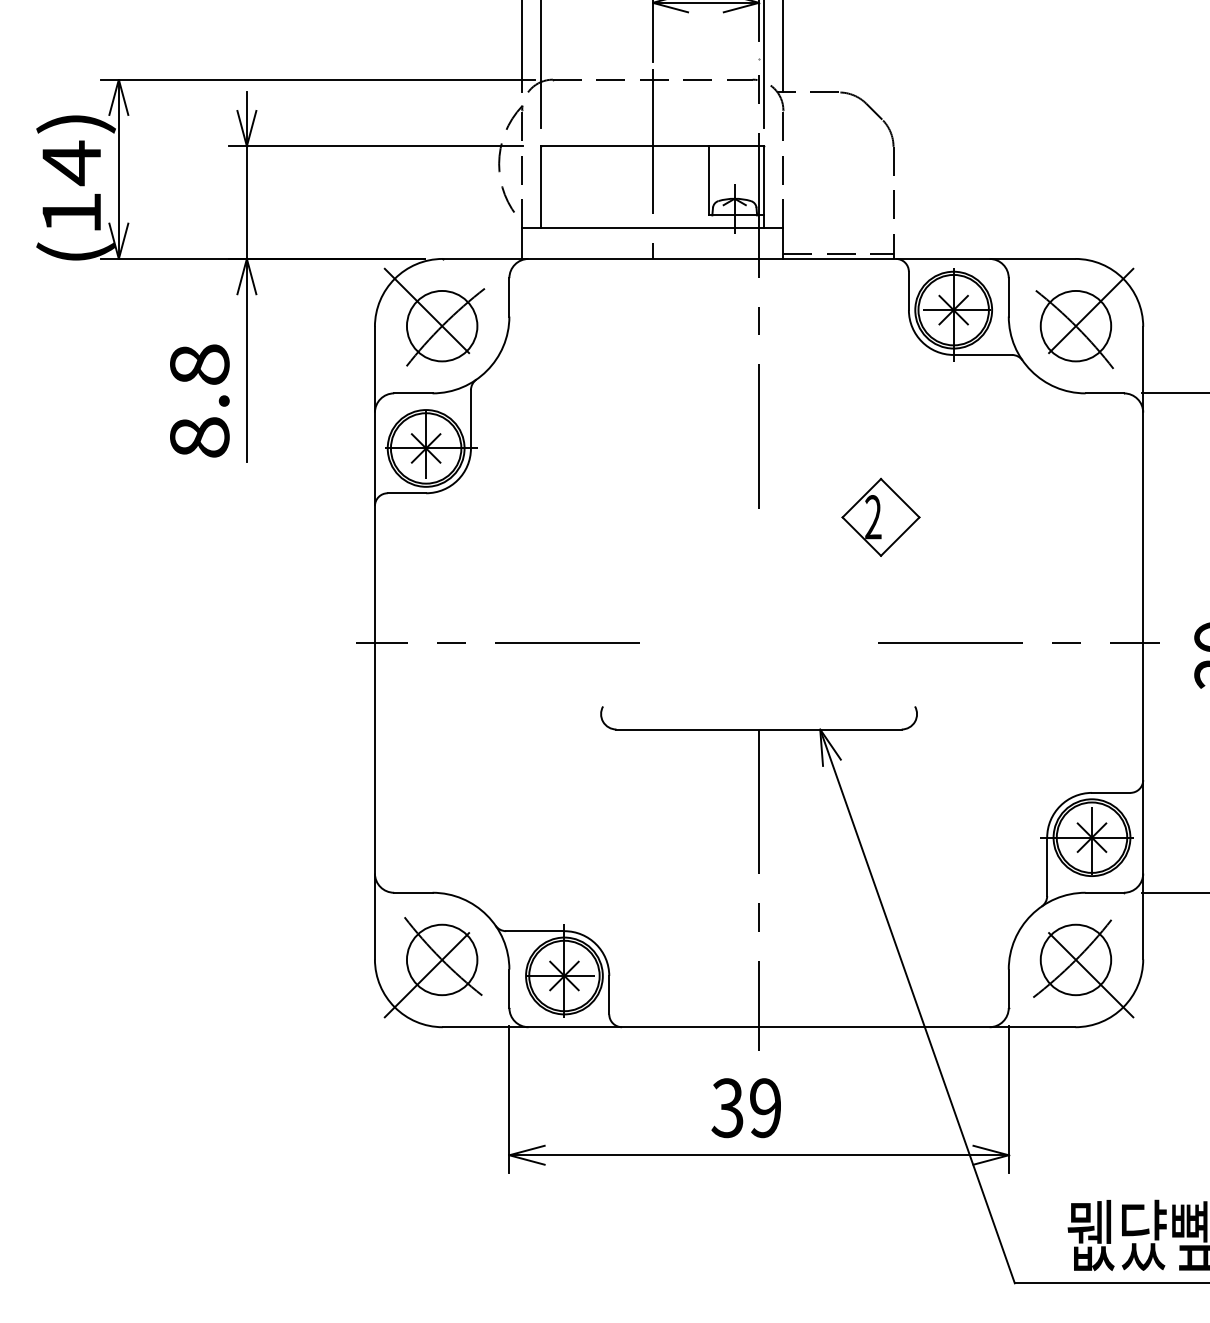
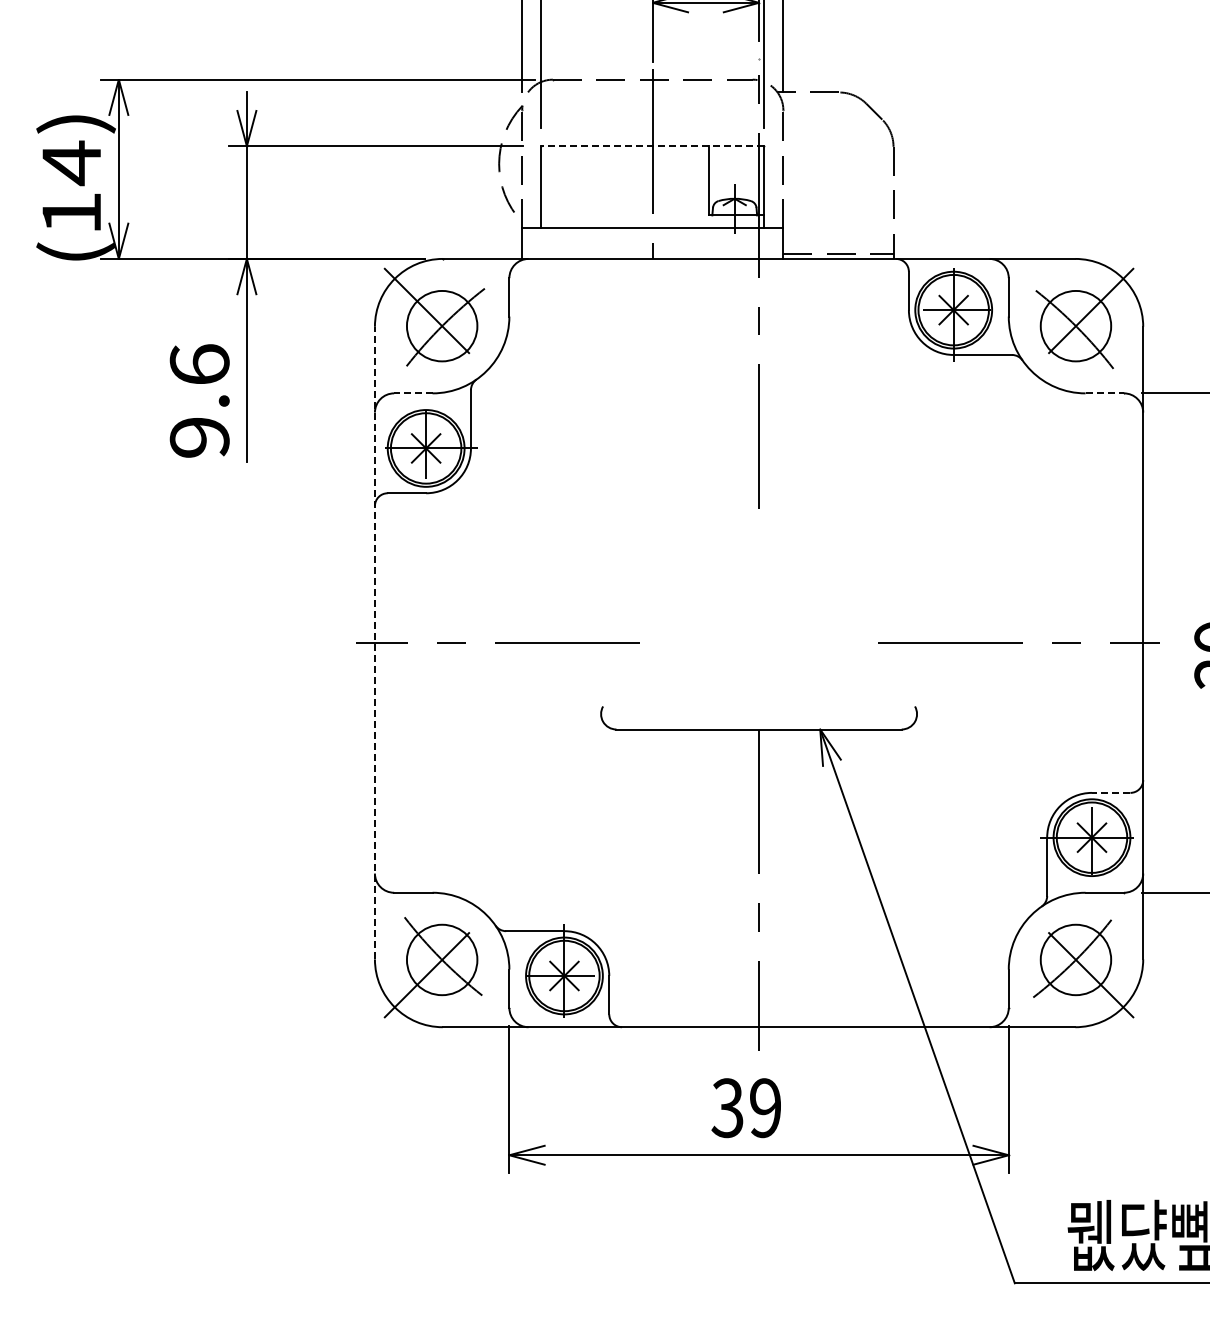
line at (652, 146): solid -> dashed
line at (412, 393): solid -> dashed
line at (1105, 393): solid -> dashed
text at (199, 400): 8.8 -> 9.6
part at (880, 516): present -> none
line at (374, 642): solid -> dashed
line at (1110, 792): solid -> dashed
